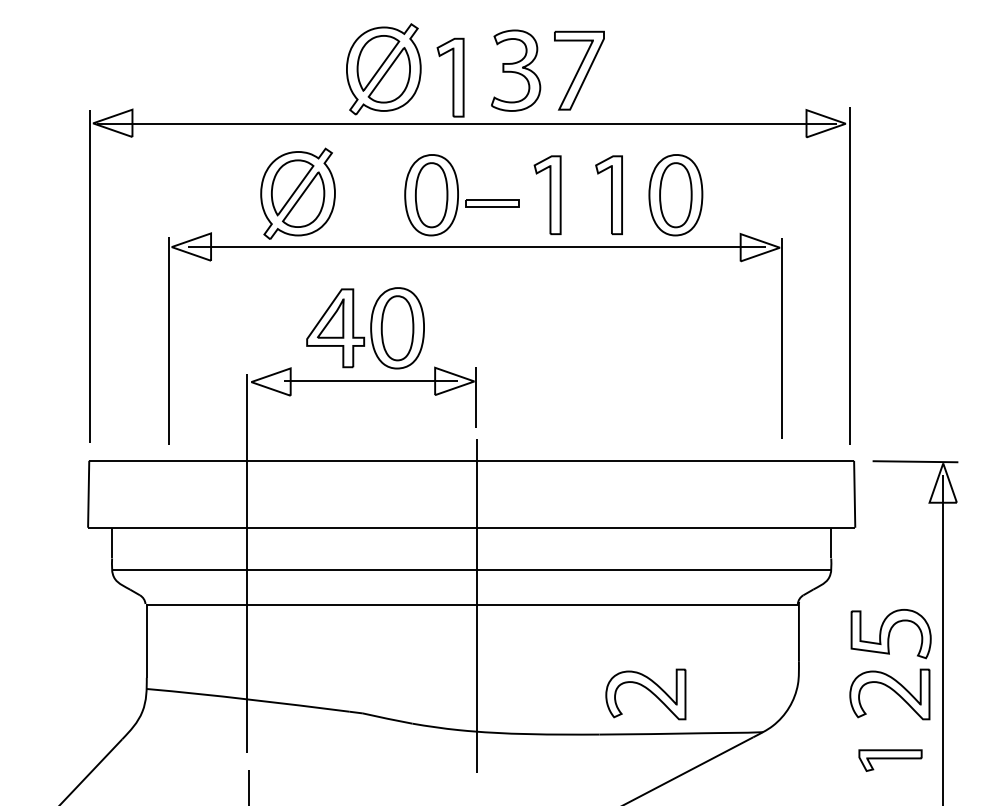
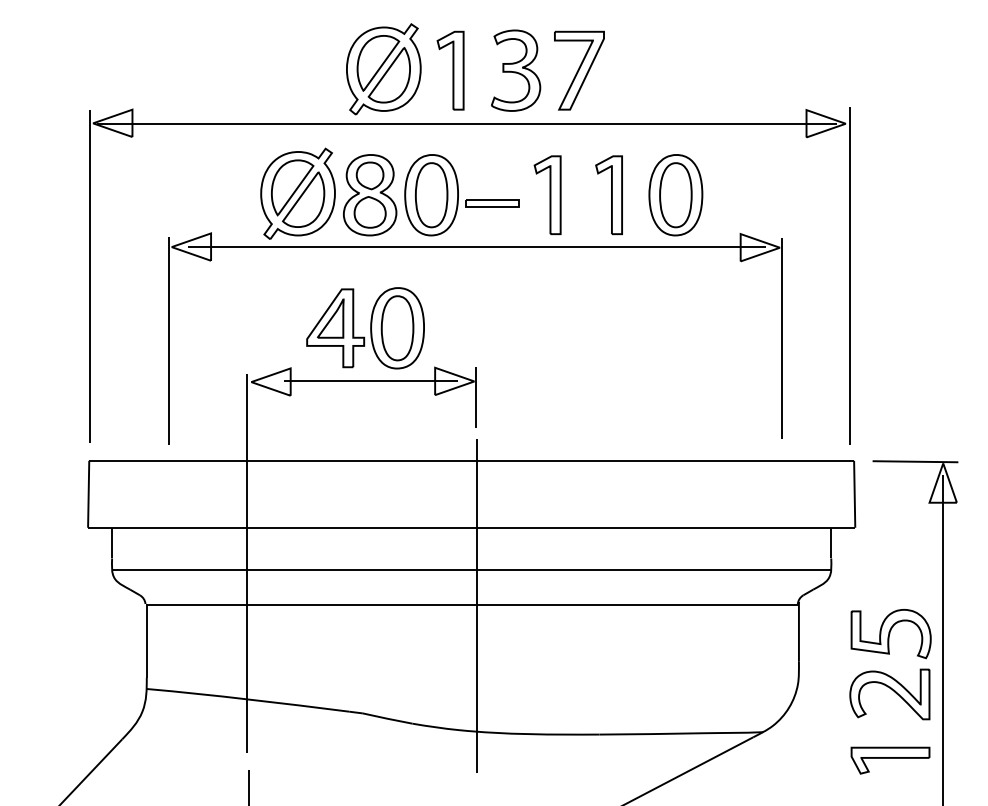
part at (450, 77) position: (450, 77) -> (450, 70)
part at (370, 195): none -> present
part at (645, 694): present -> none
part at (890, 760) size: 65x23 px -> 81x29 px
